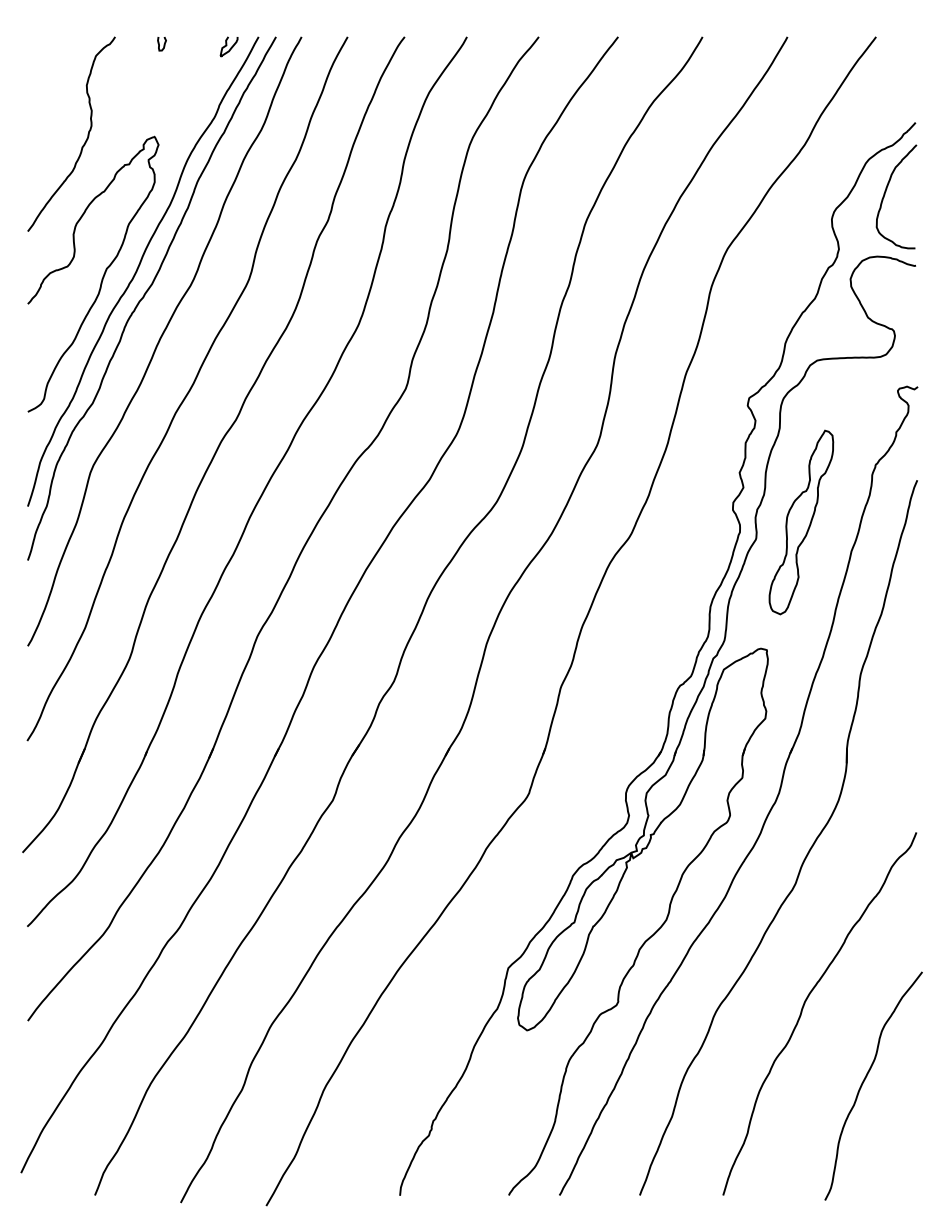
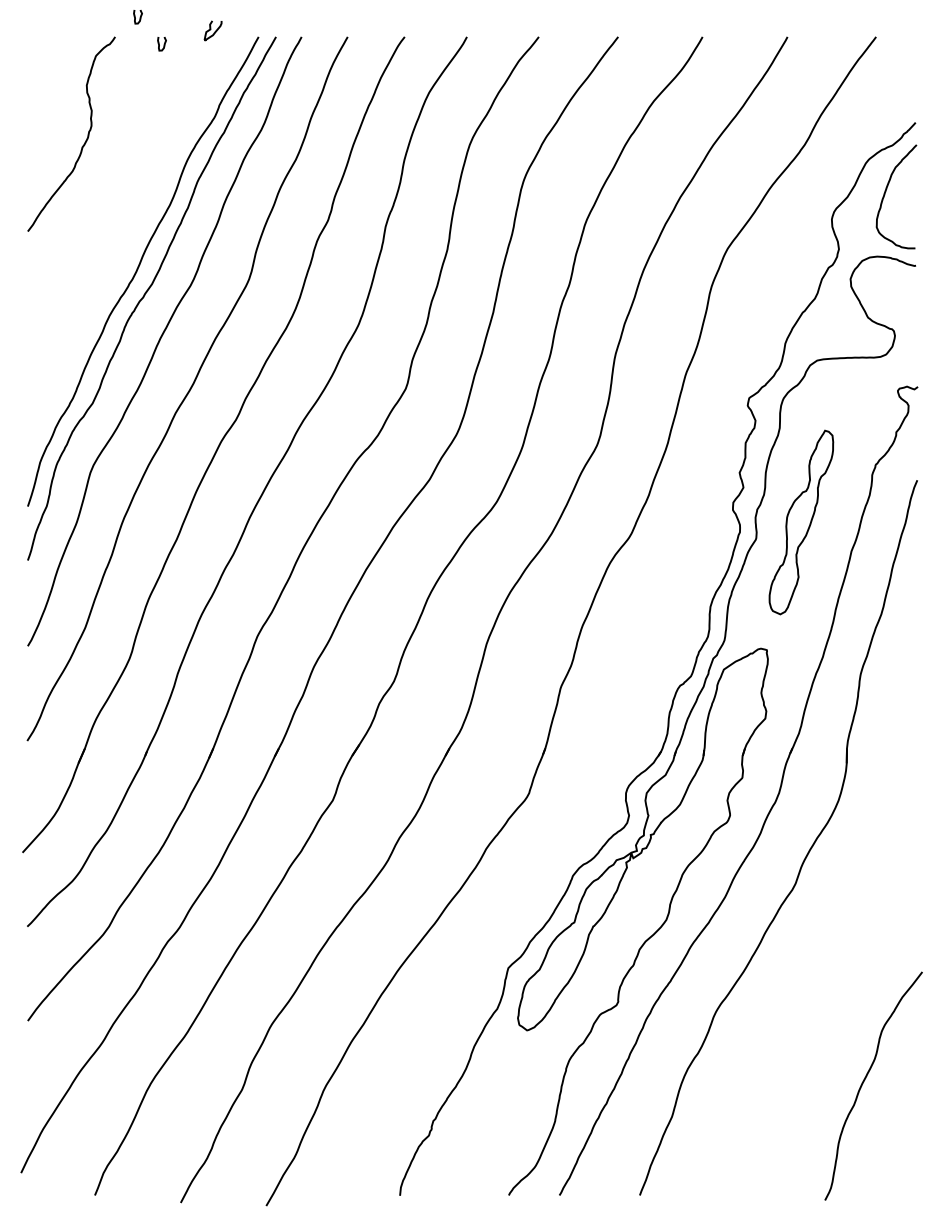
curve at (135, 17): none -> present
curve at (227, 45) position: (227, 45) -> (211, 29)
curve at (101, 278): present -> none
curve at (803, 1009): present -> none
